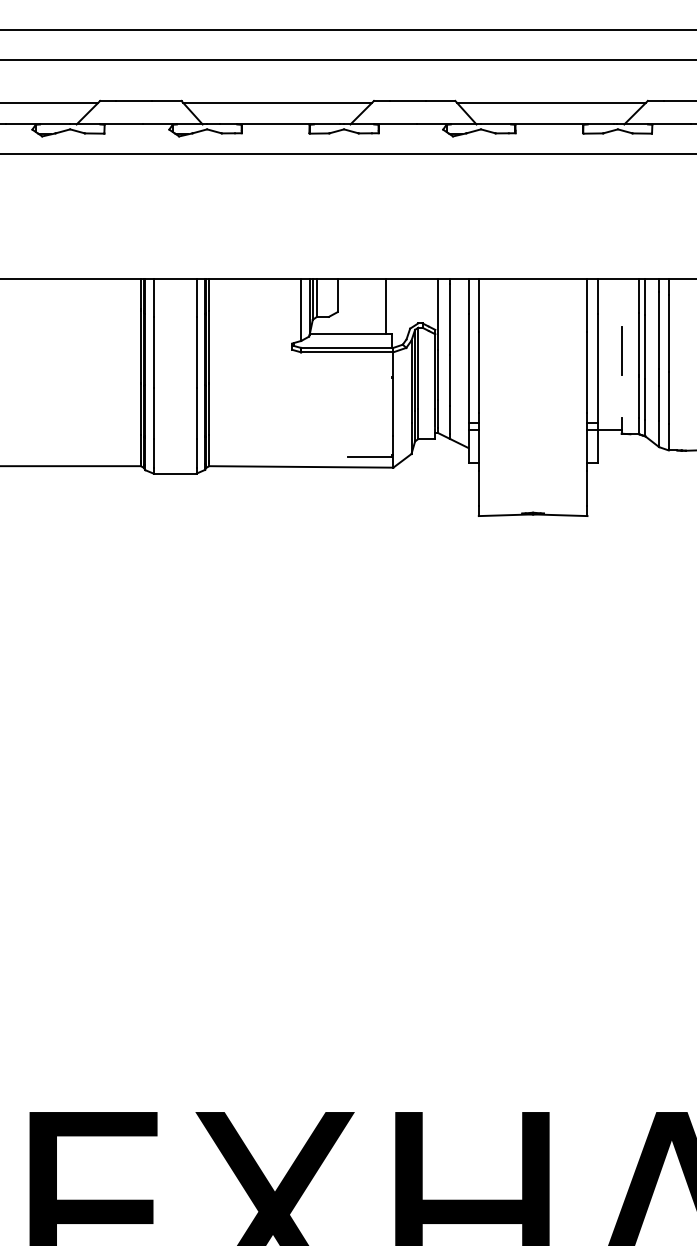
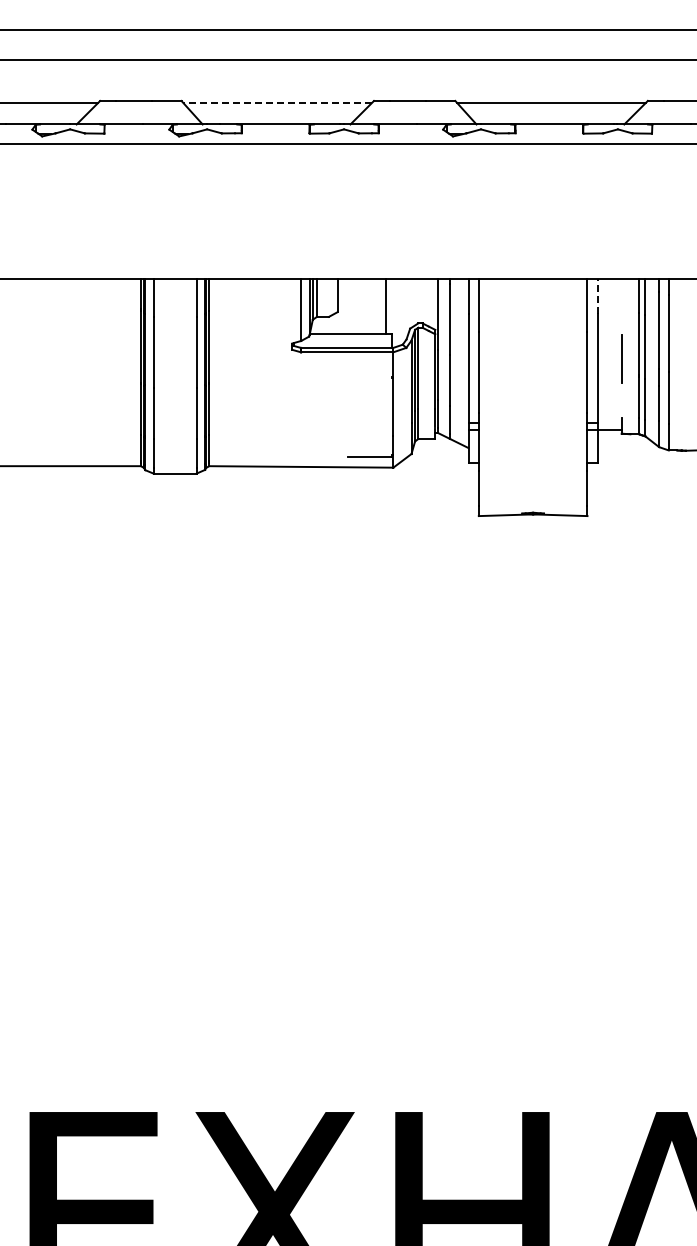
line at (277, 103): solid -> dashed
line at (347, 154) position: (347, 154) -> (347, 144)
line at (597, 296): solid -> dashed
line at (621, 350) position: (621, 350) -> (621, 358)
